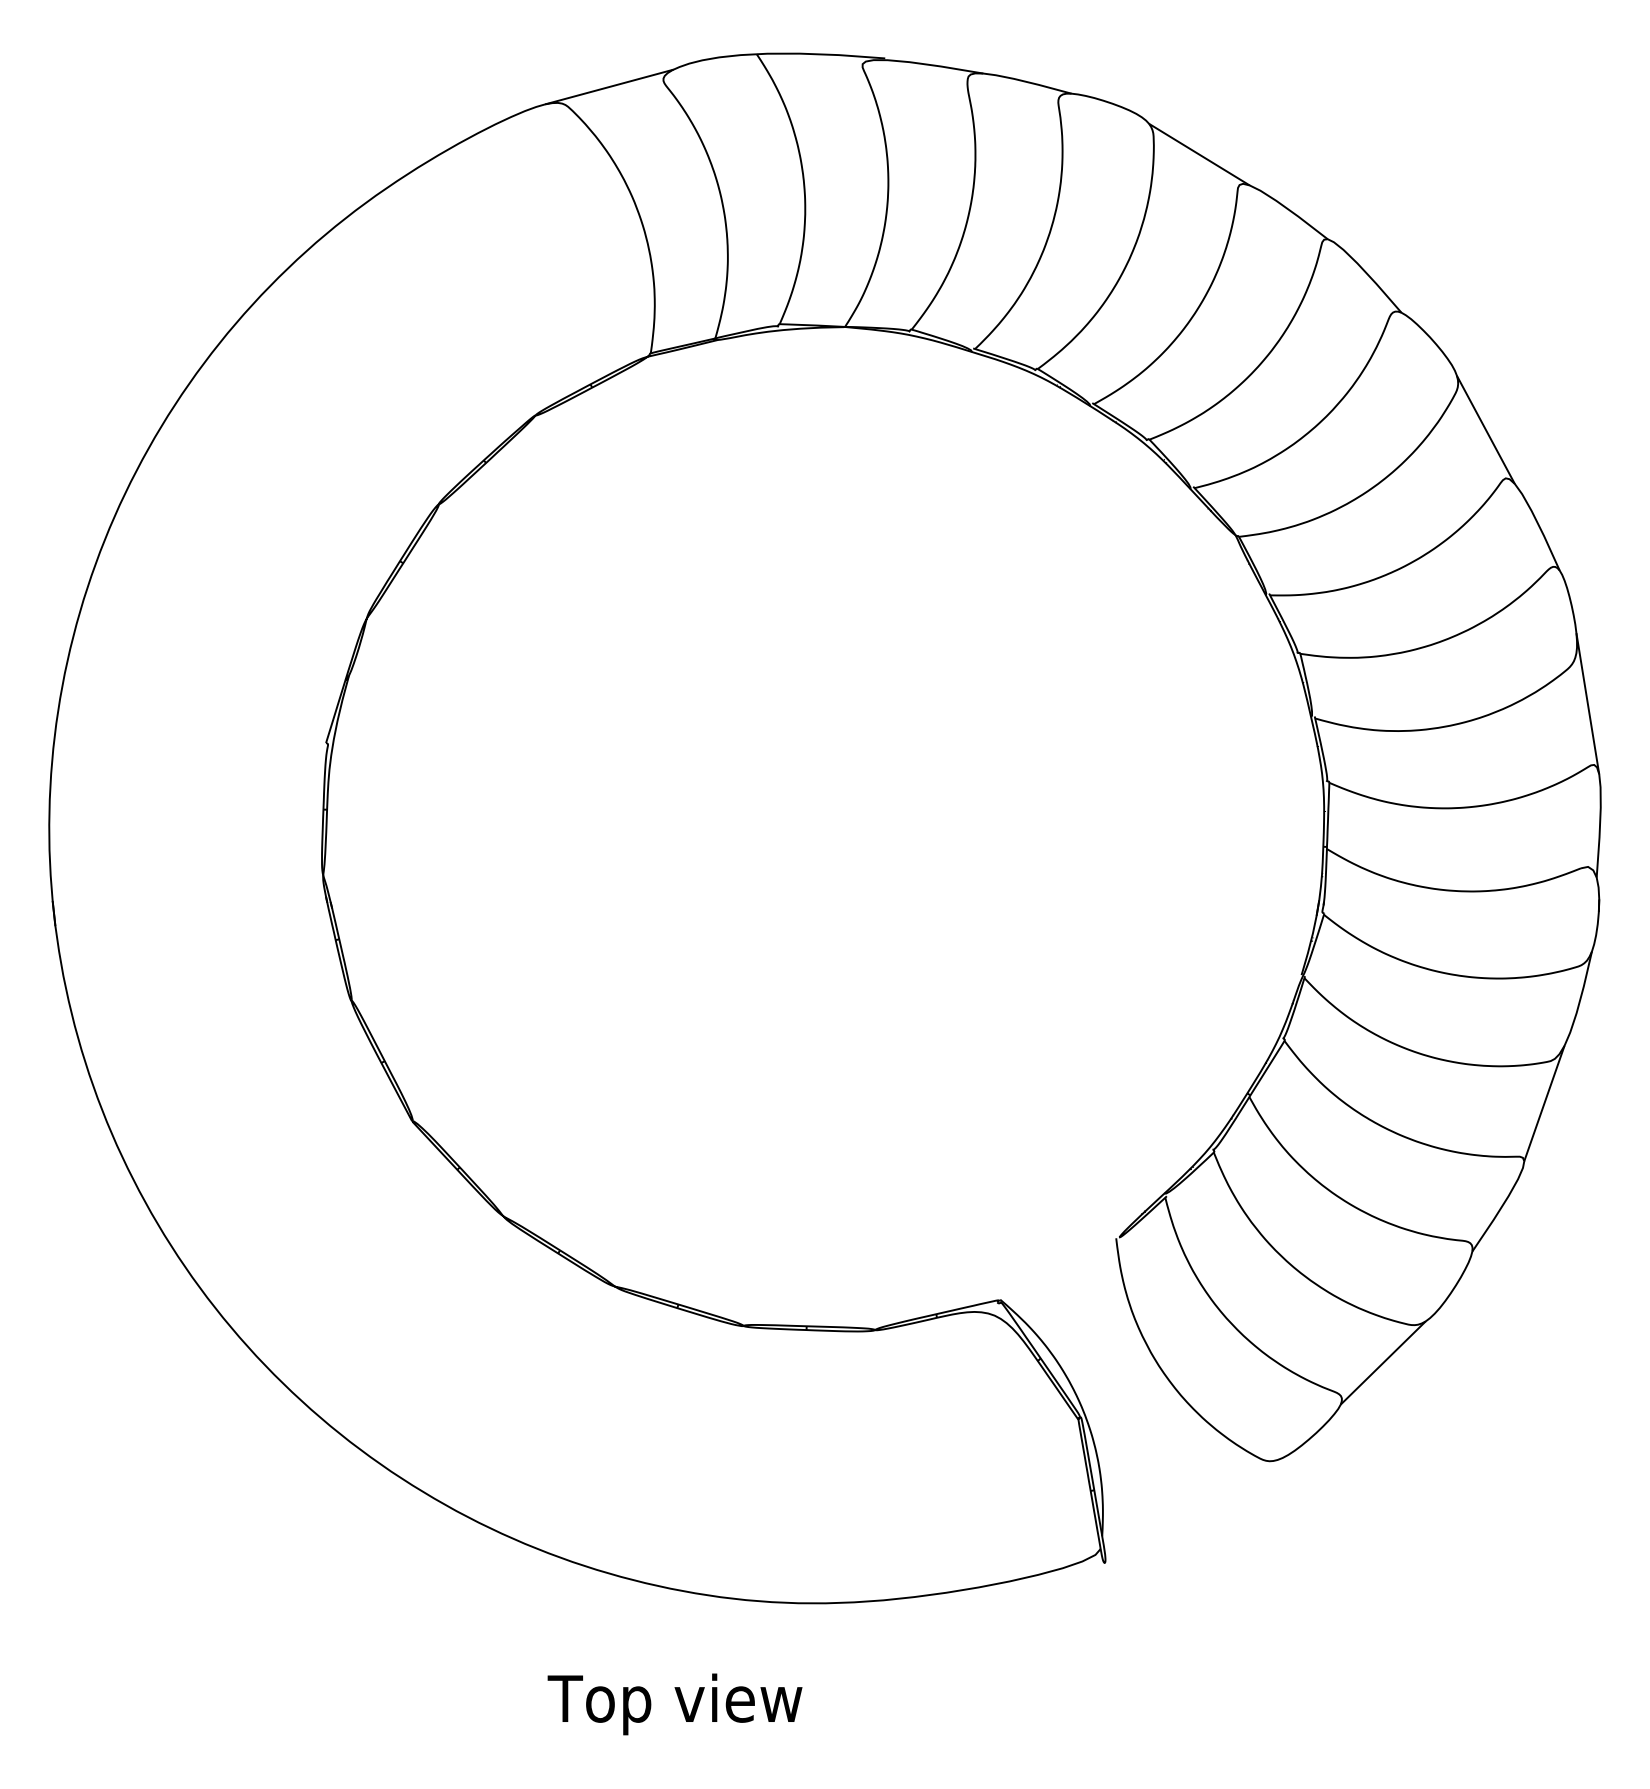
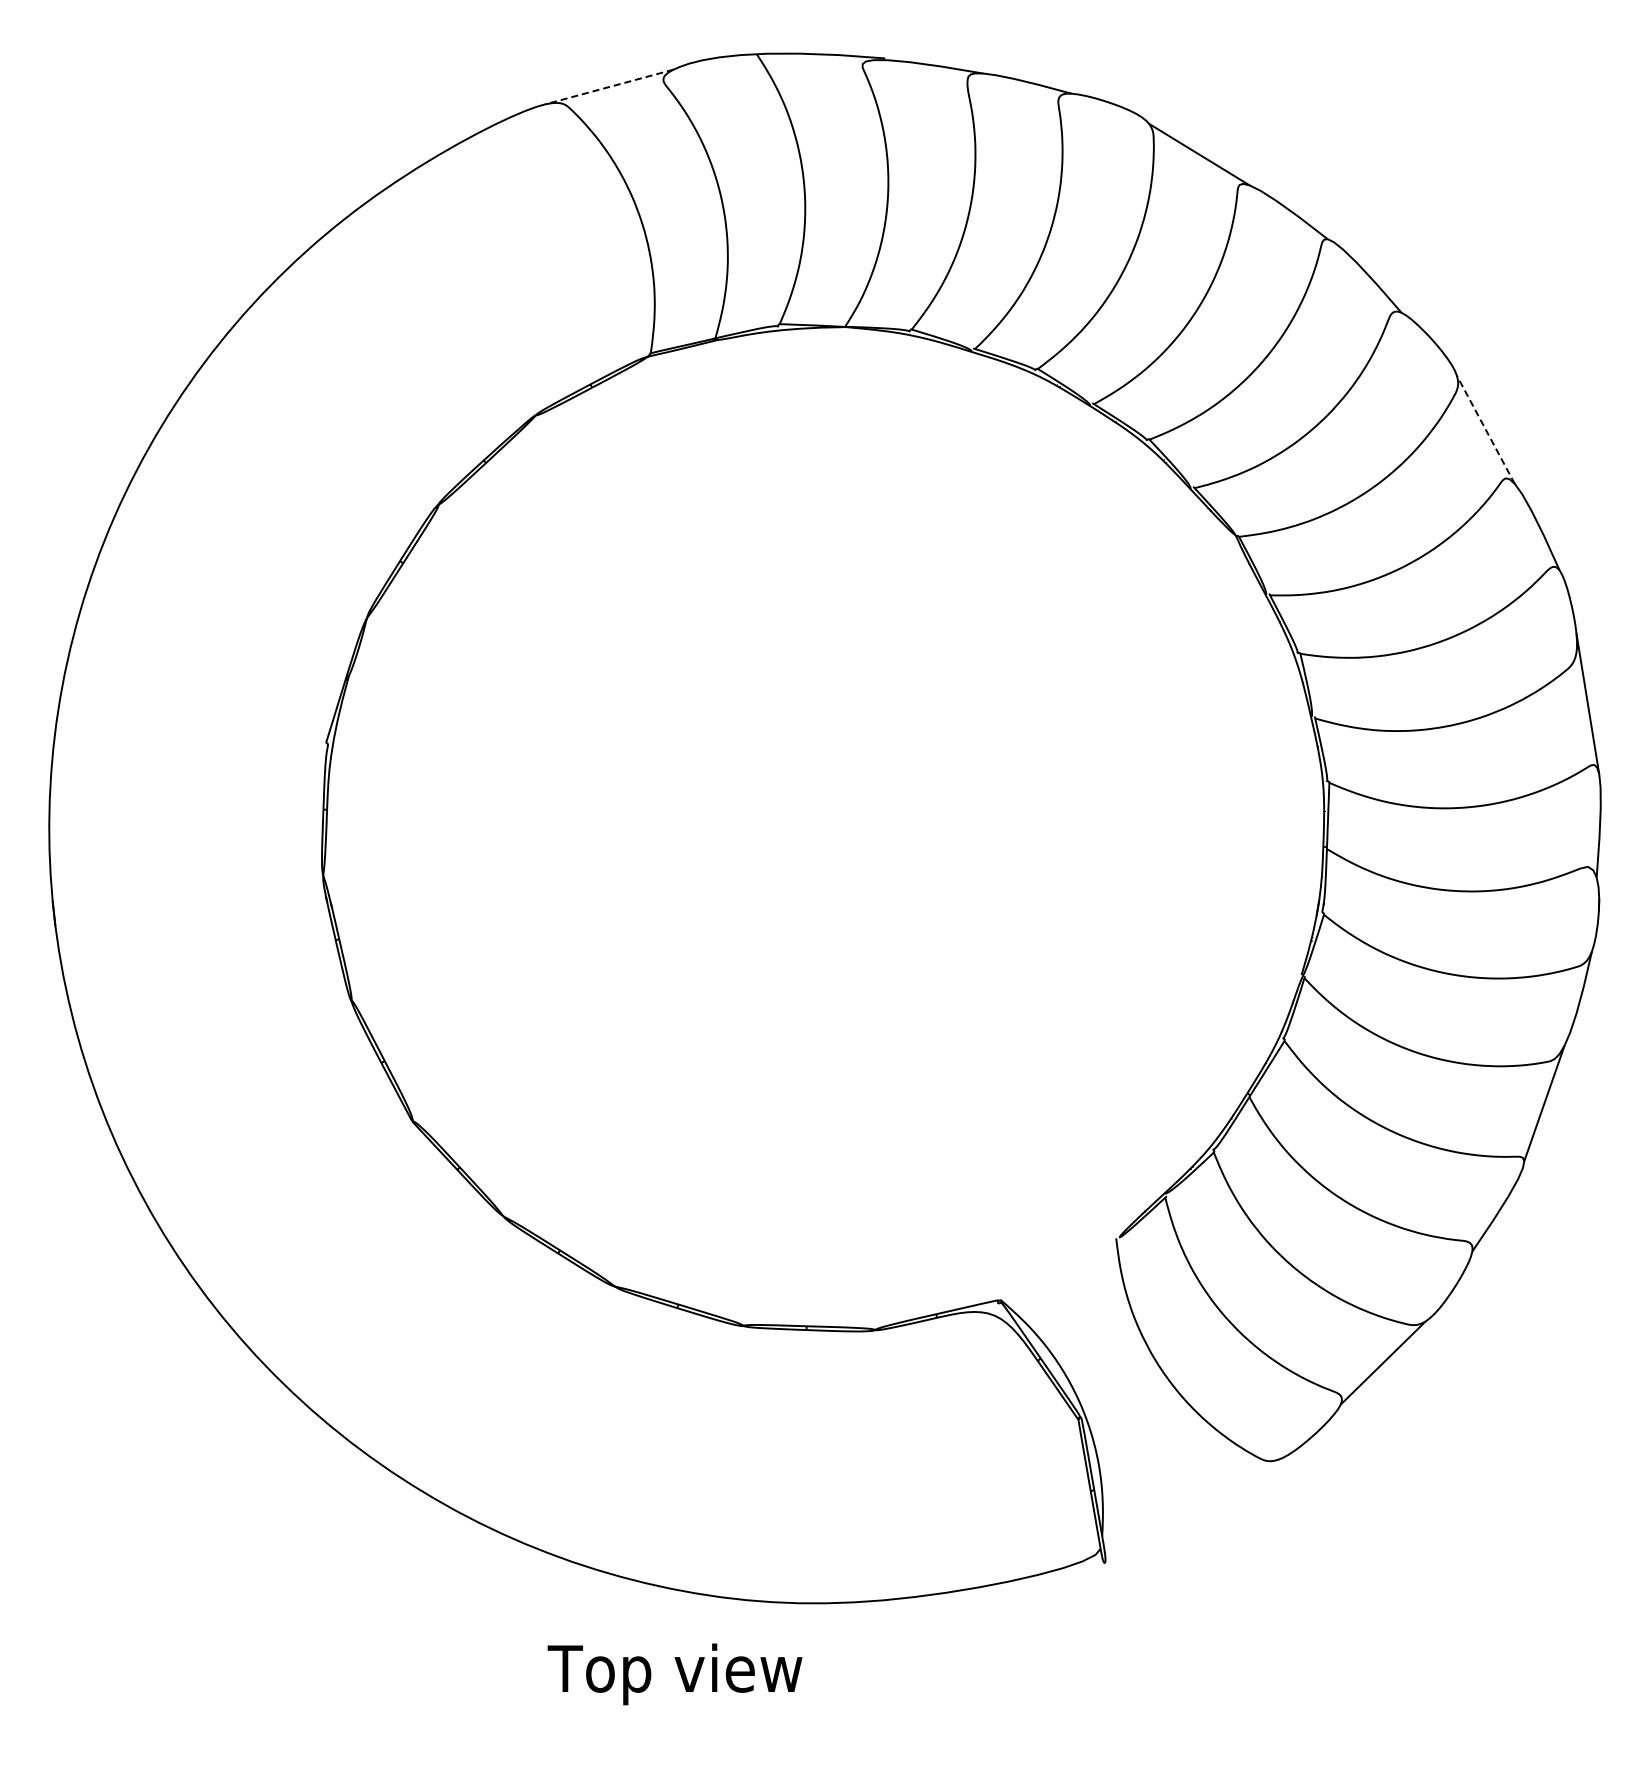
line at (609, 86): solid -> dashed
line at (1485, 429): solid -> dashed
text at (674, 1704) position: (674, 1704) -> (674, 1674)
